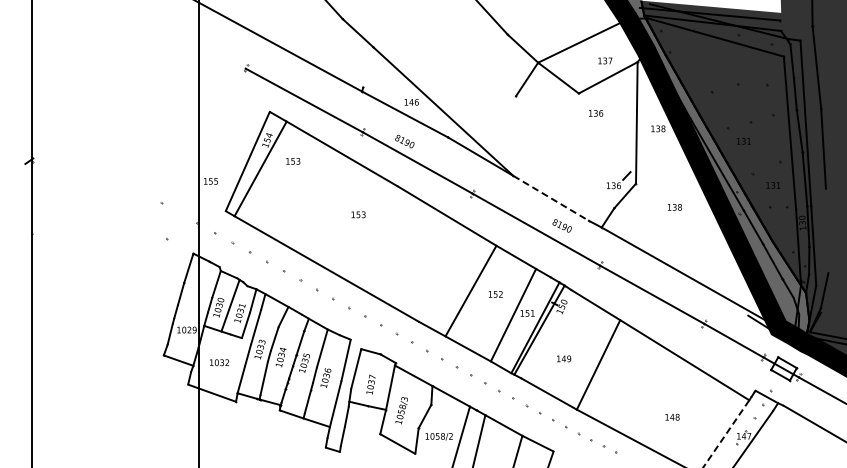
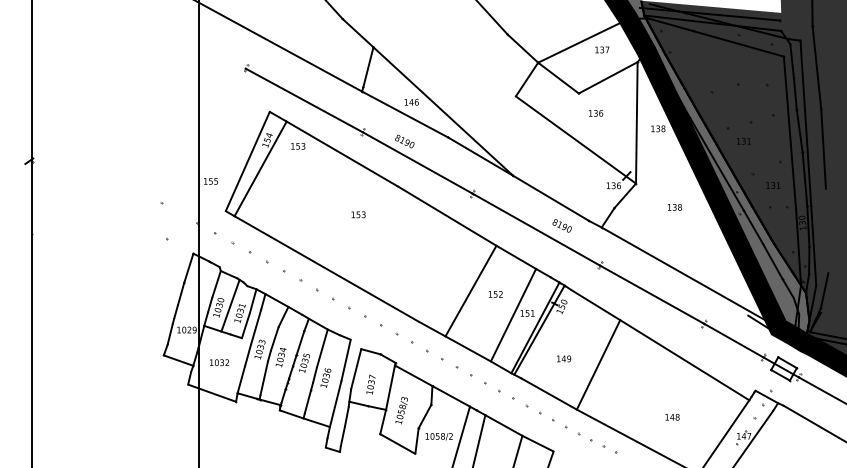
text at (605, 60) position: (605, 60) -> (602, 49)
line at (368, 67): none -> present
line at (575, 139): none -> present
text at (293, 161) position: (293, 161) -> (298, 146)
line at (551, 198): dashed -> solid
line at (726, 434): dashed -> solid
